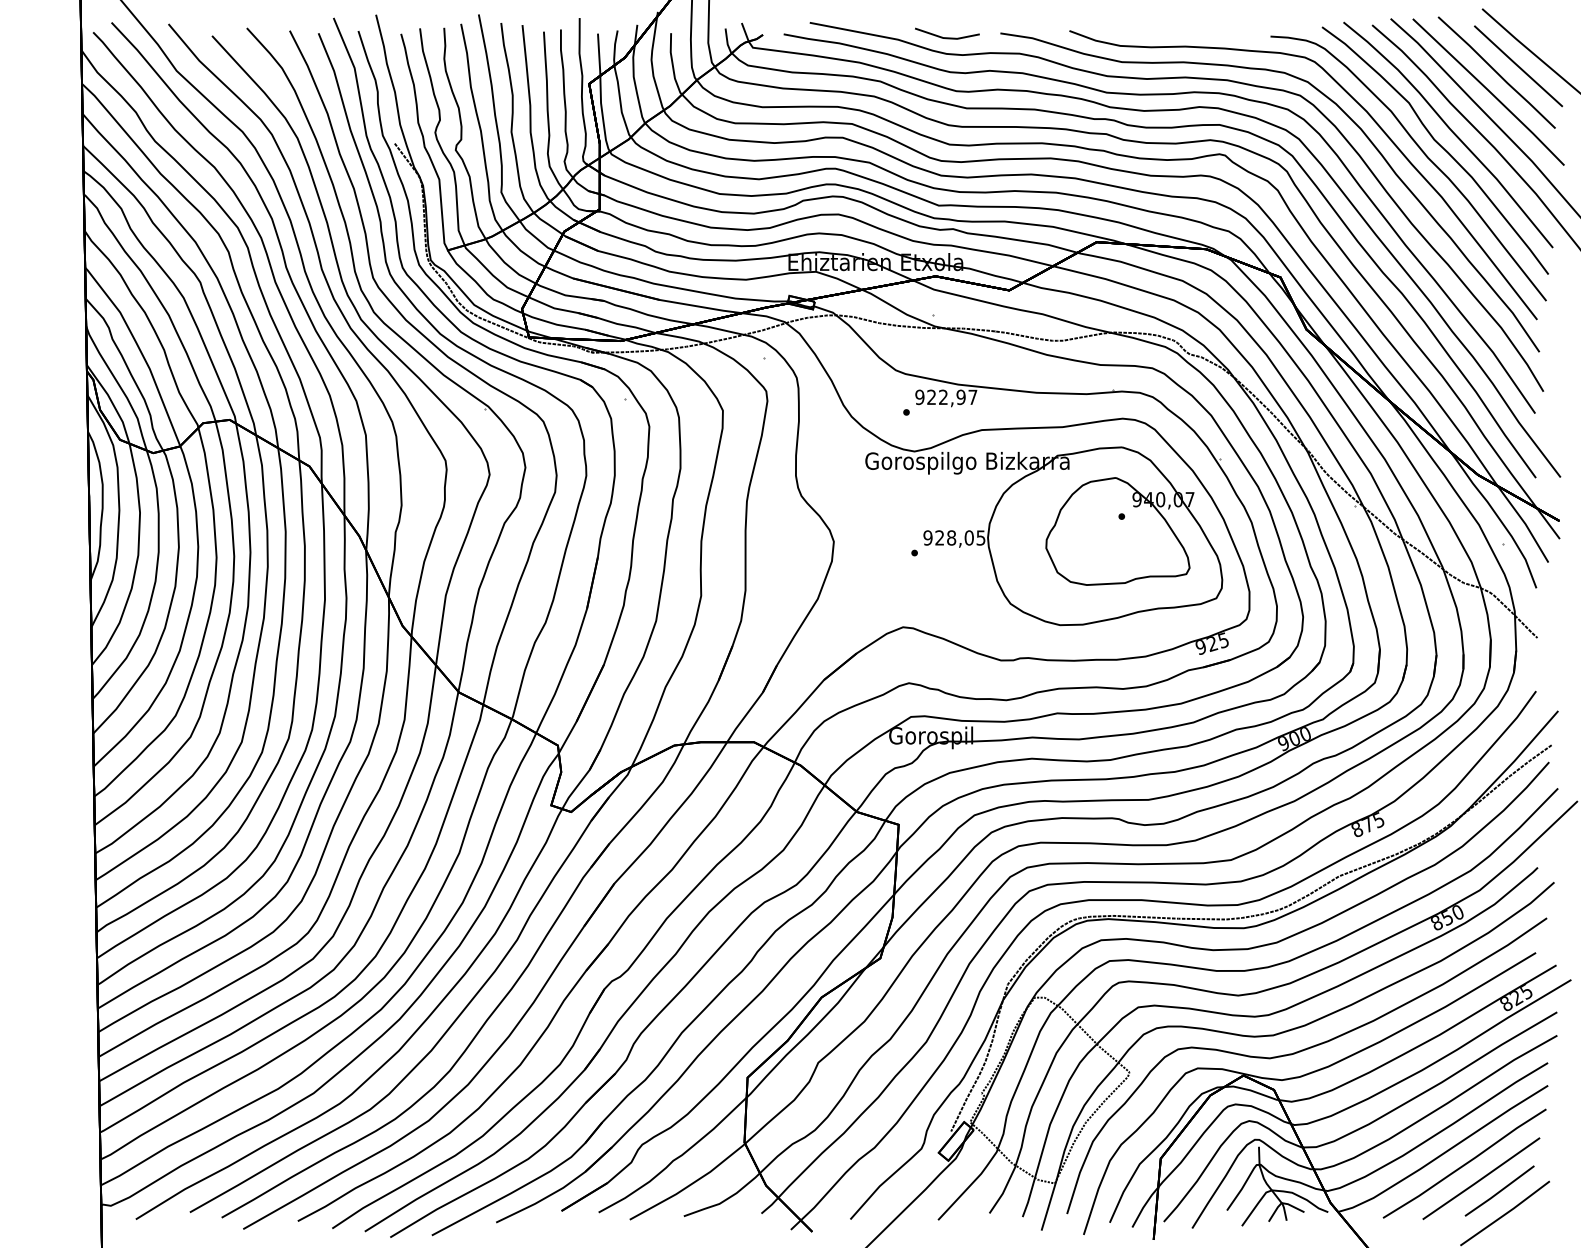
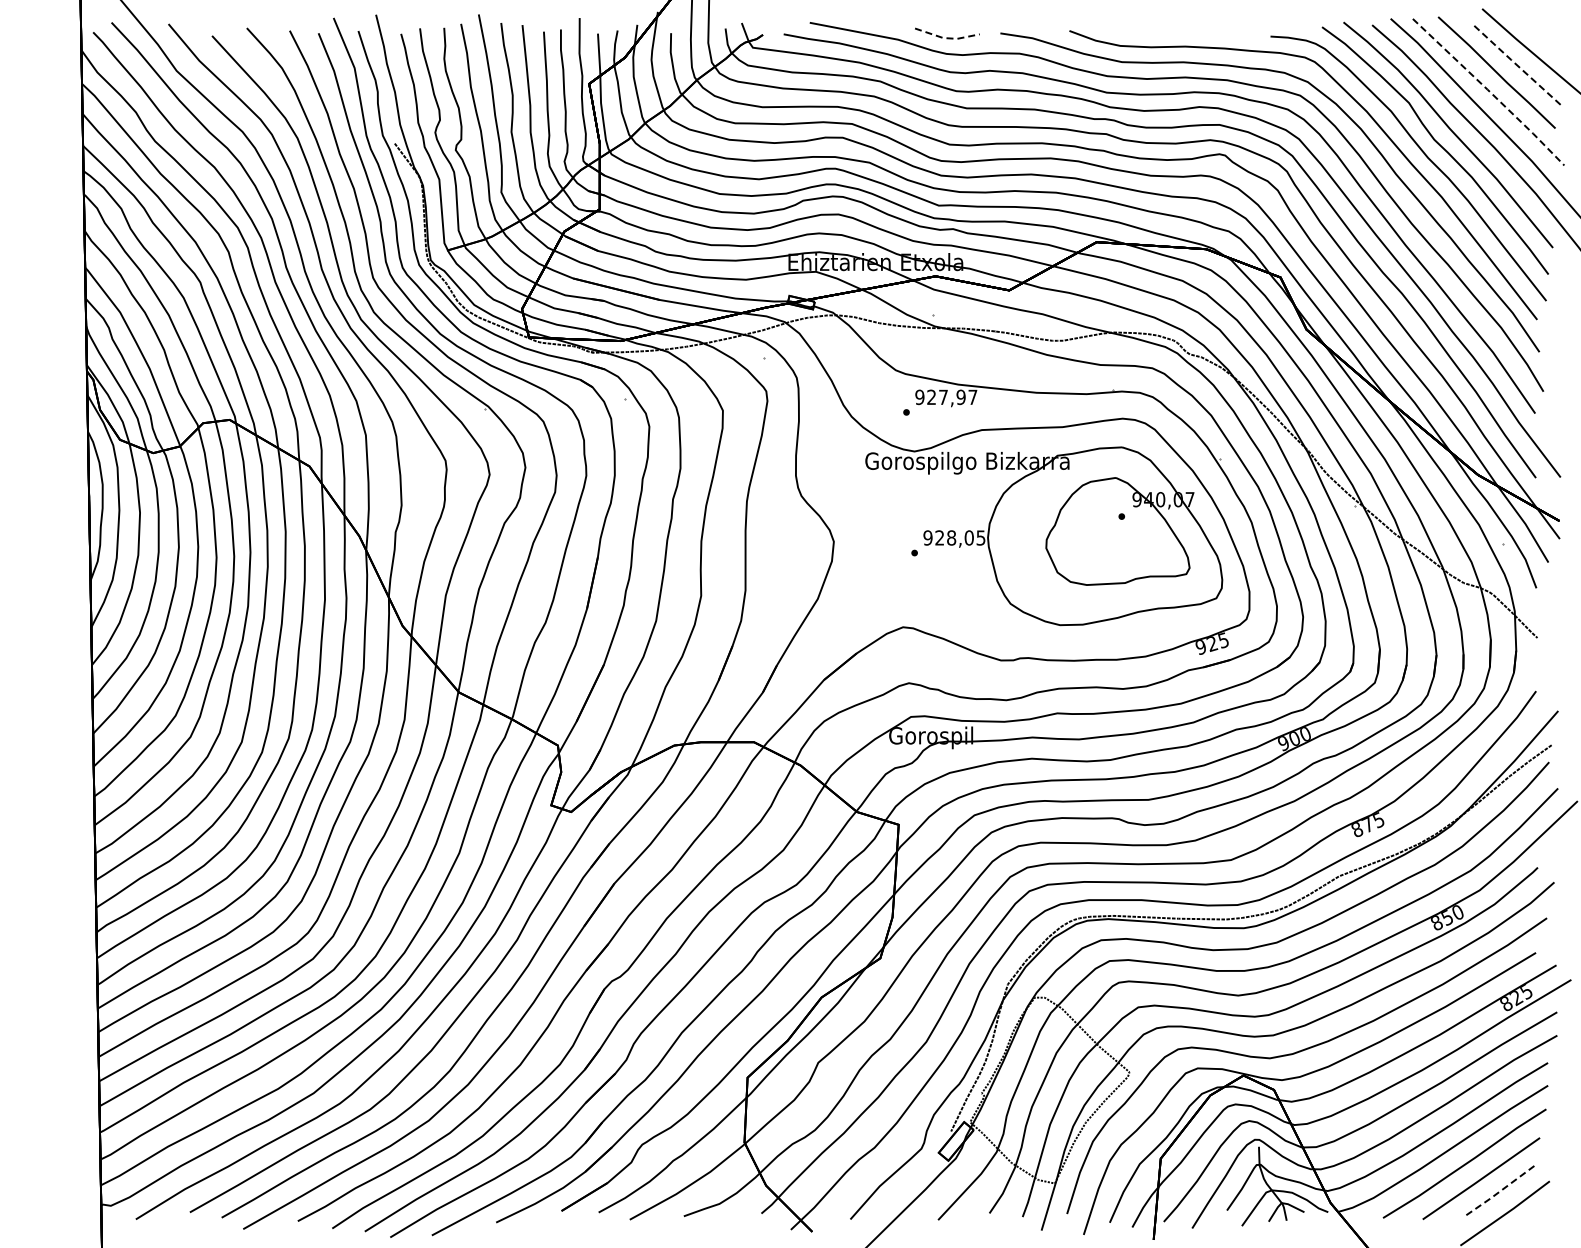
line at (947, 38): solid -> dashed
line at (1517, 66): solid -> dashed
line at (1489, 91): solid -> dashed
text at (943, 396): 922,97 -> 927,97
line at (1499, 1192): solid -> dashed
